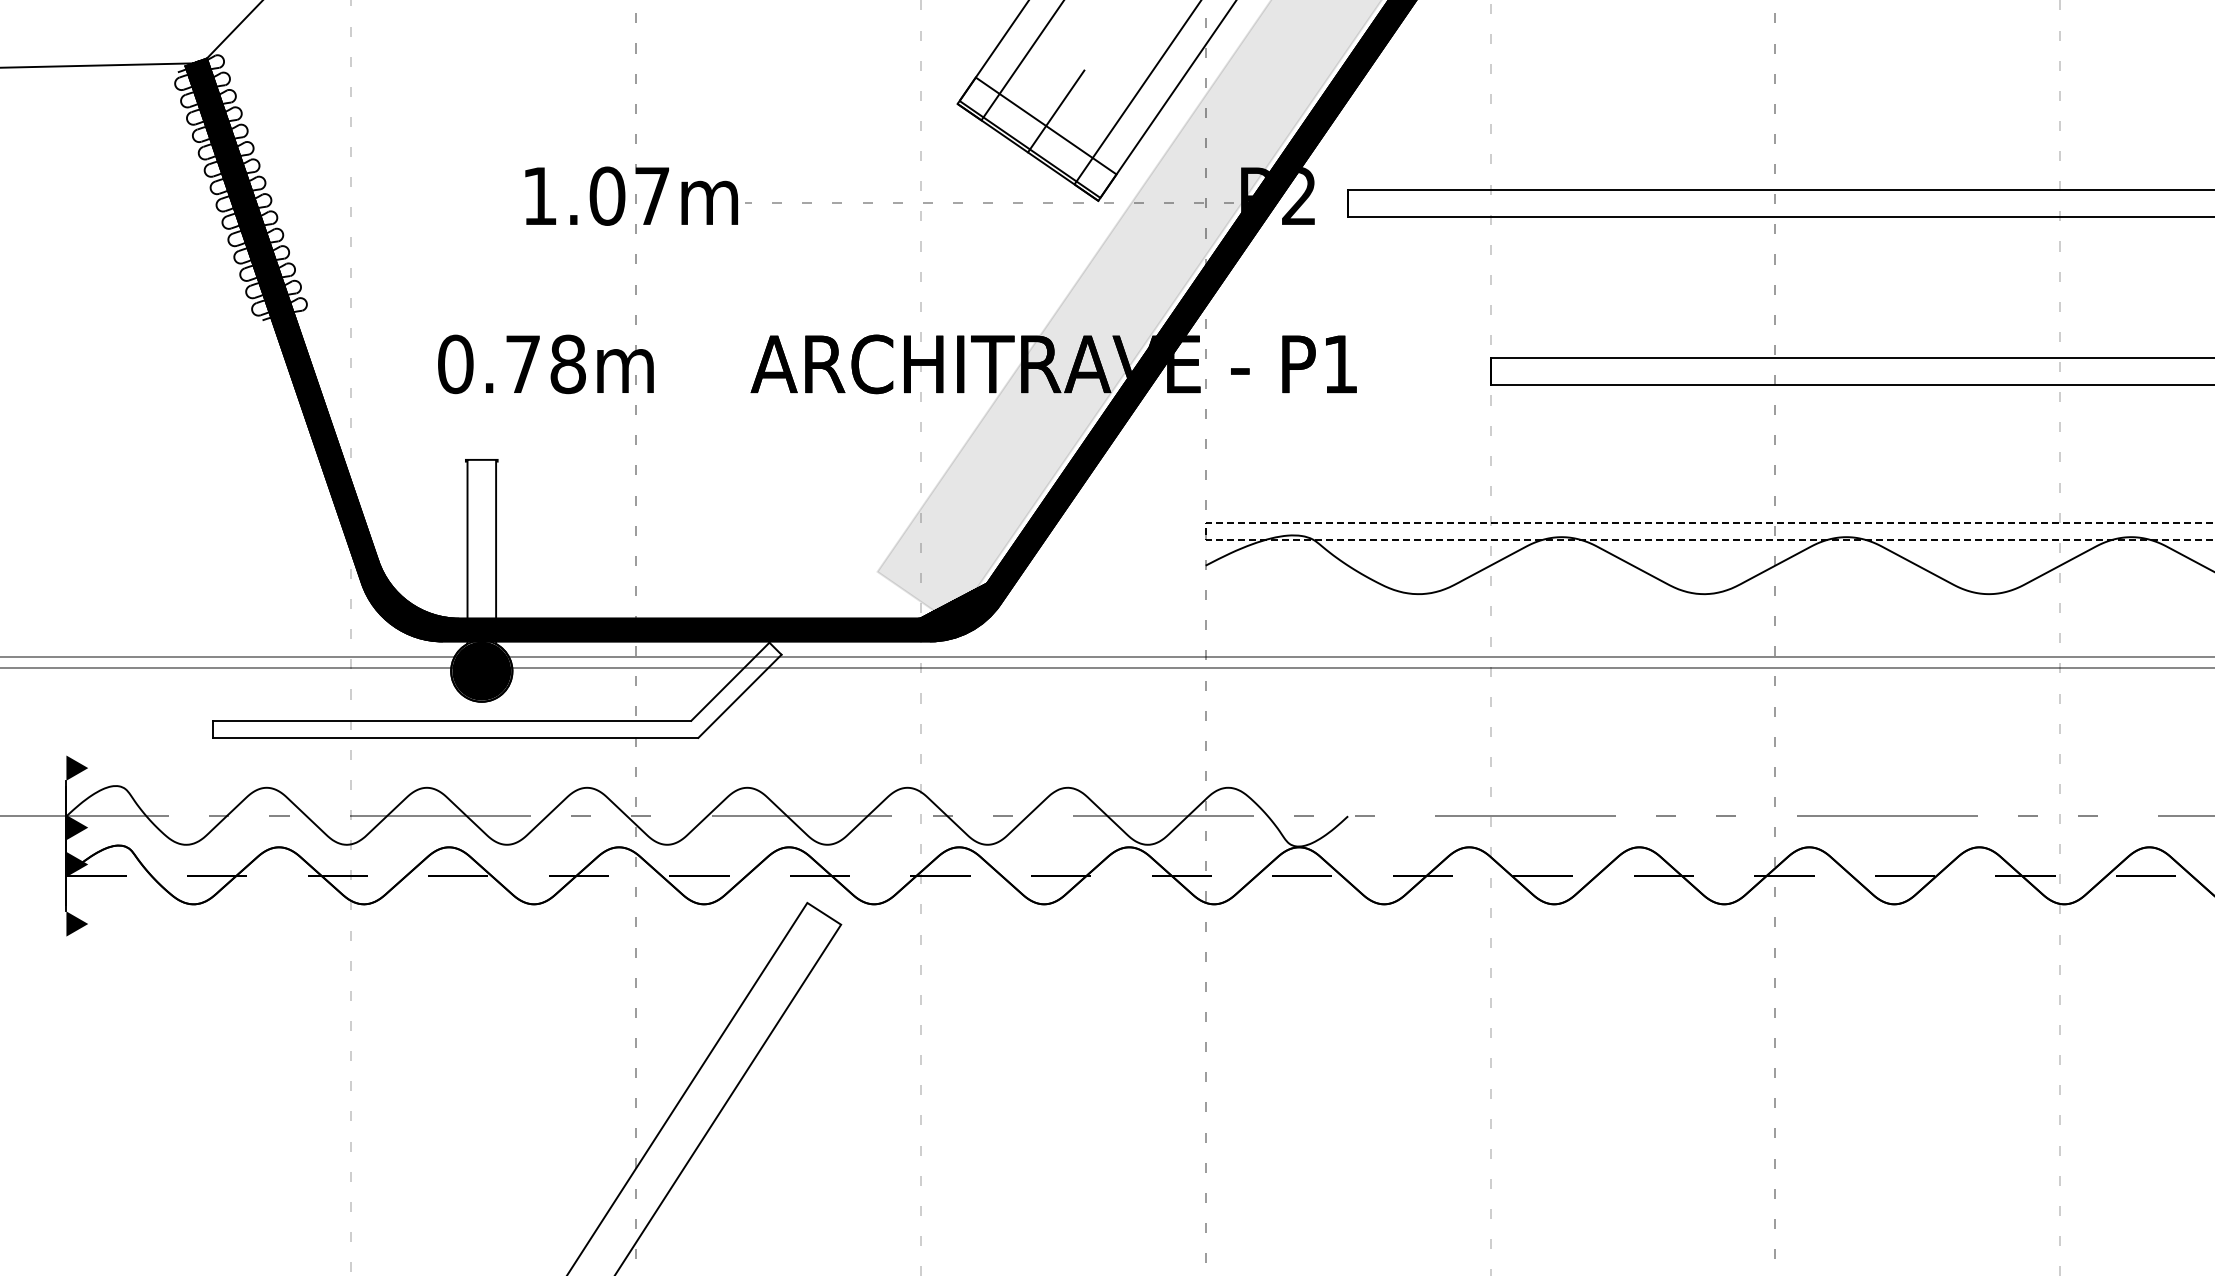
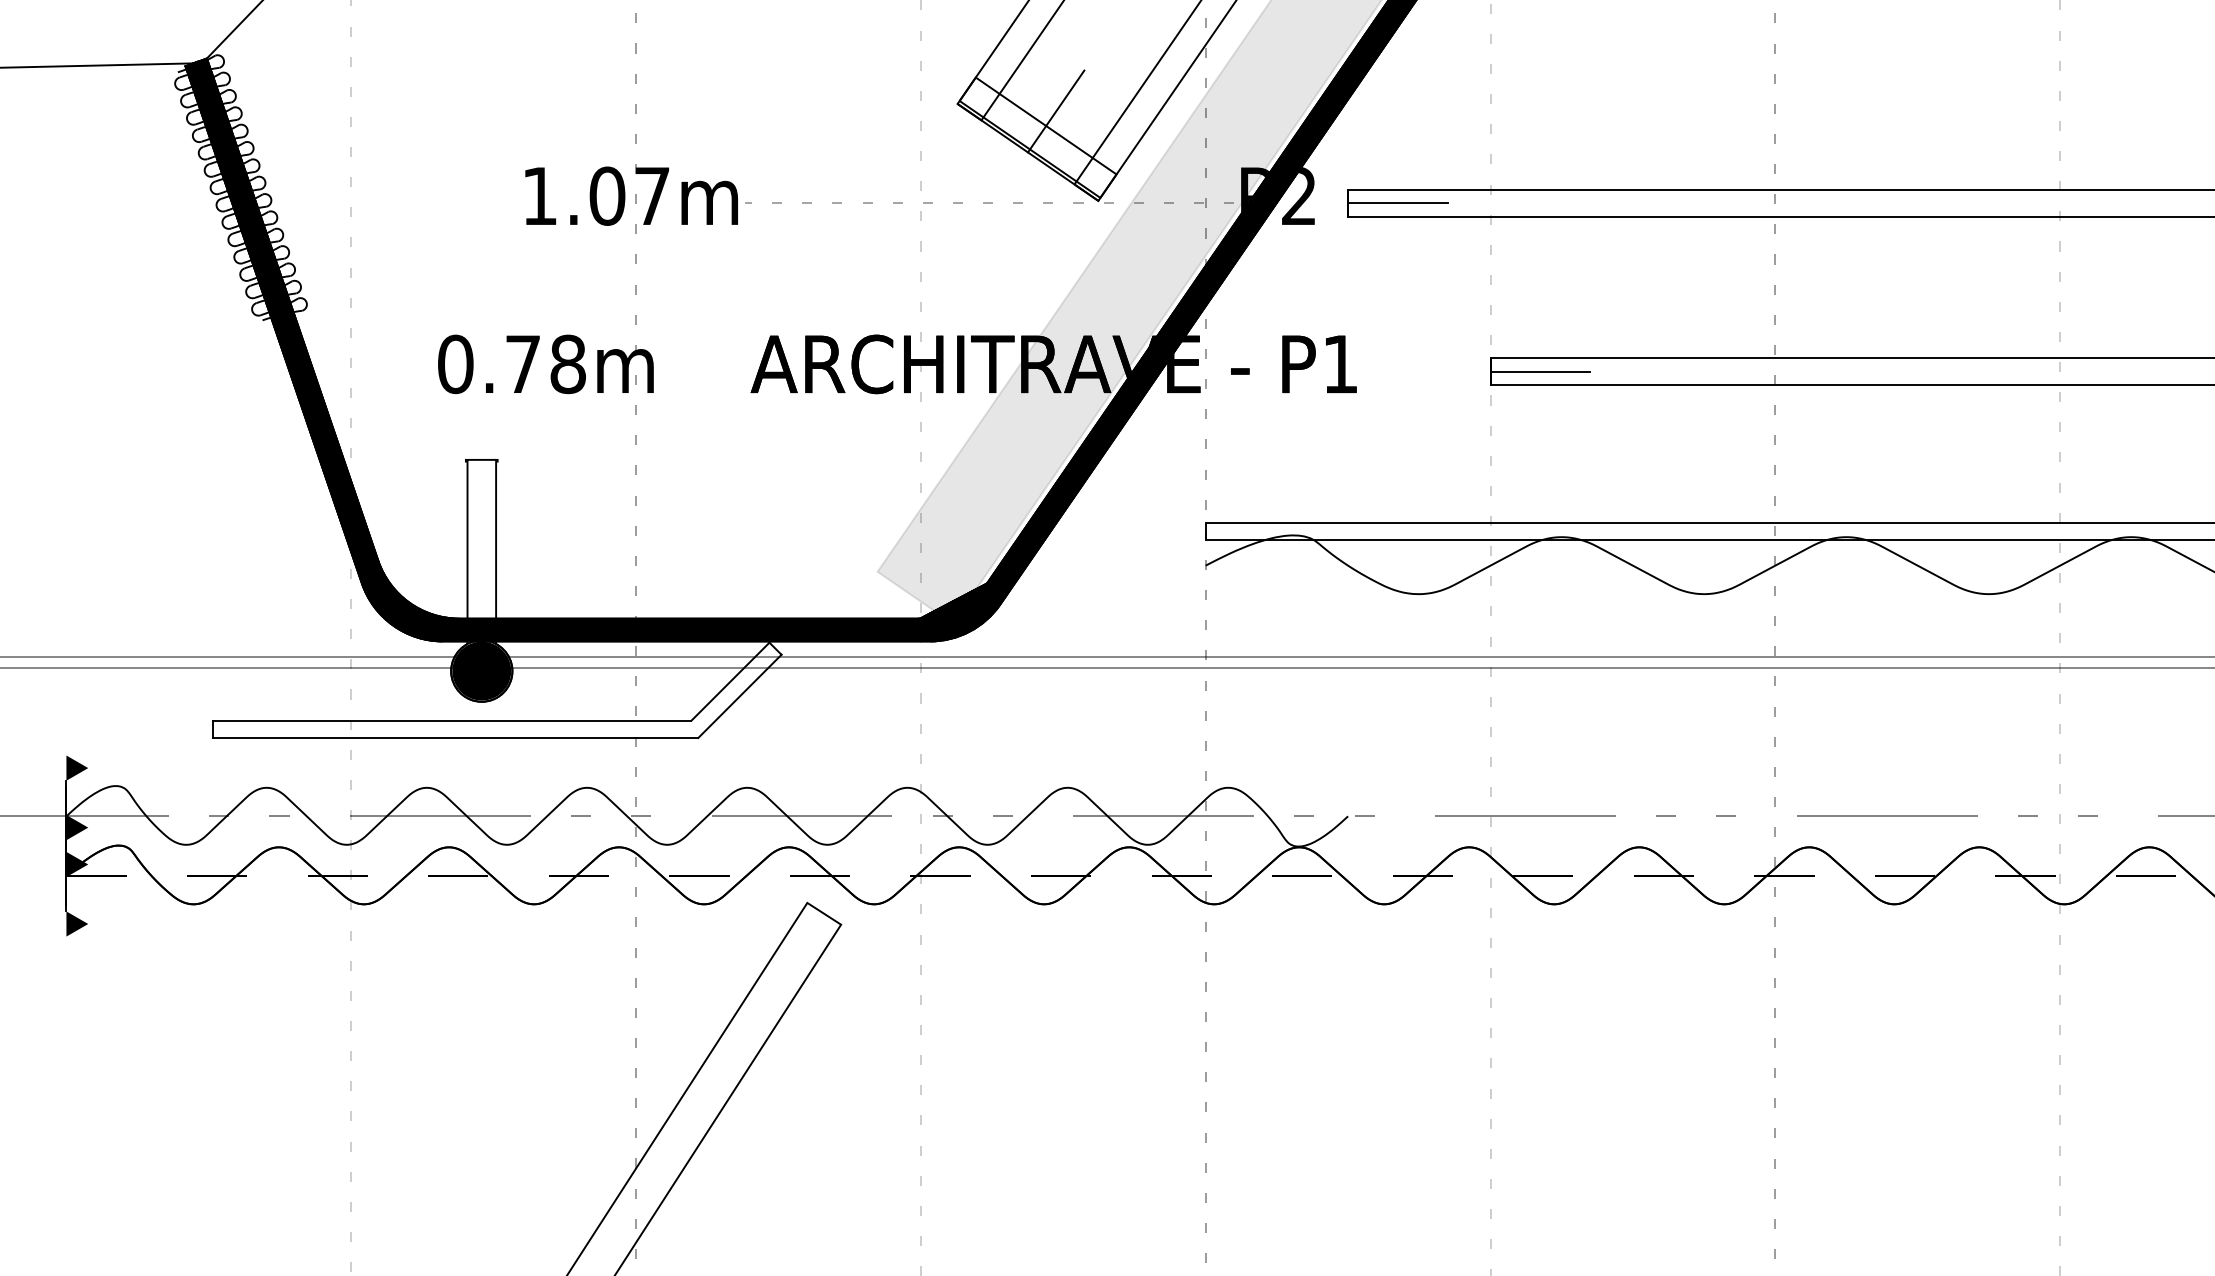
line at (1397, 203): none -> present
line at (1539, 371): none -> present
line at (1368, 523): dashed -> solid
